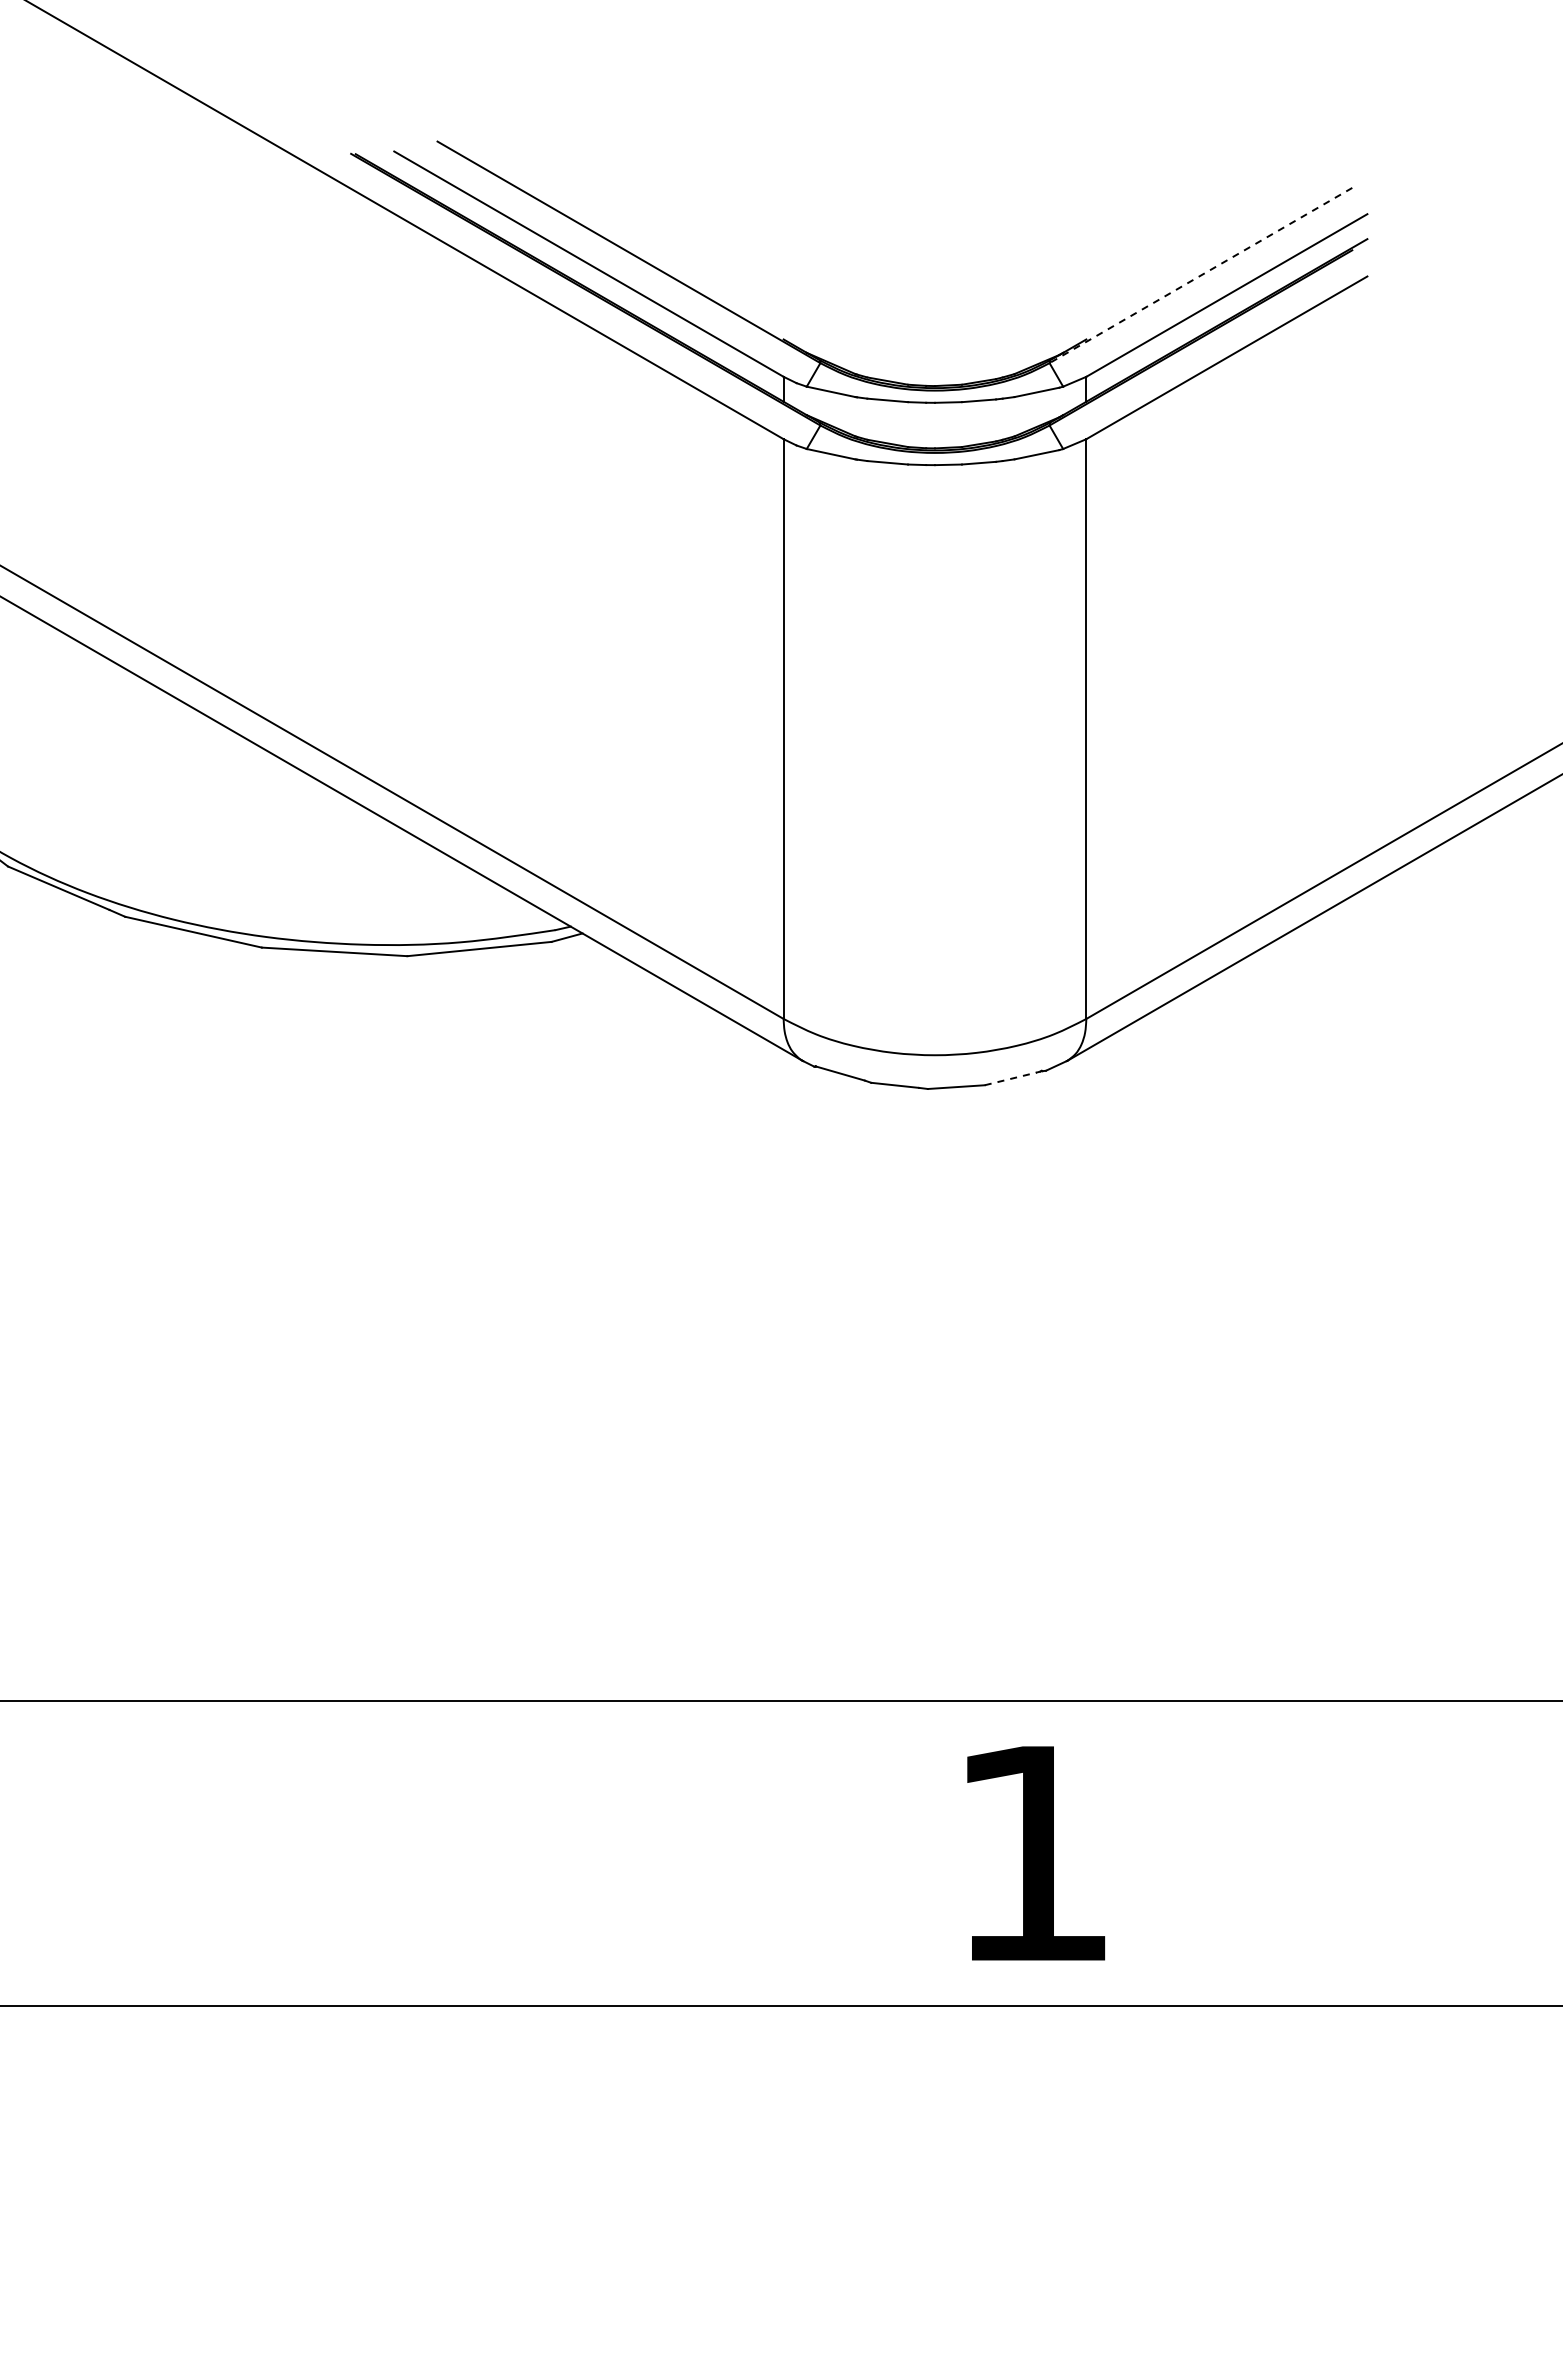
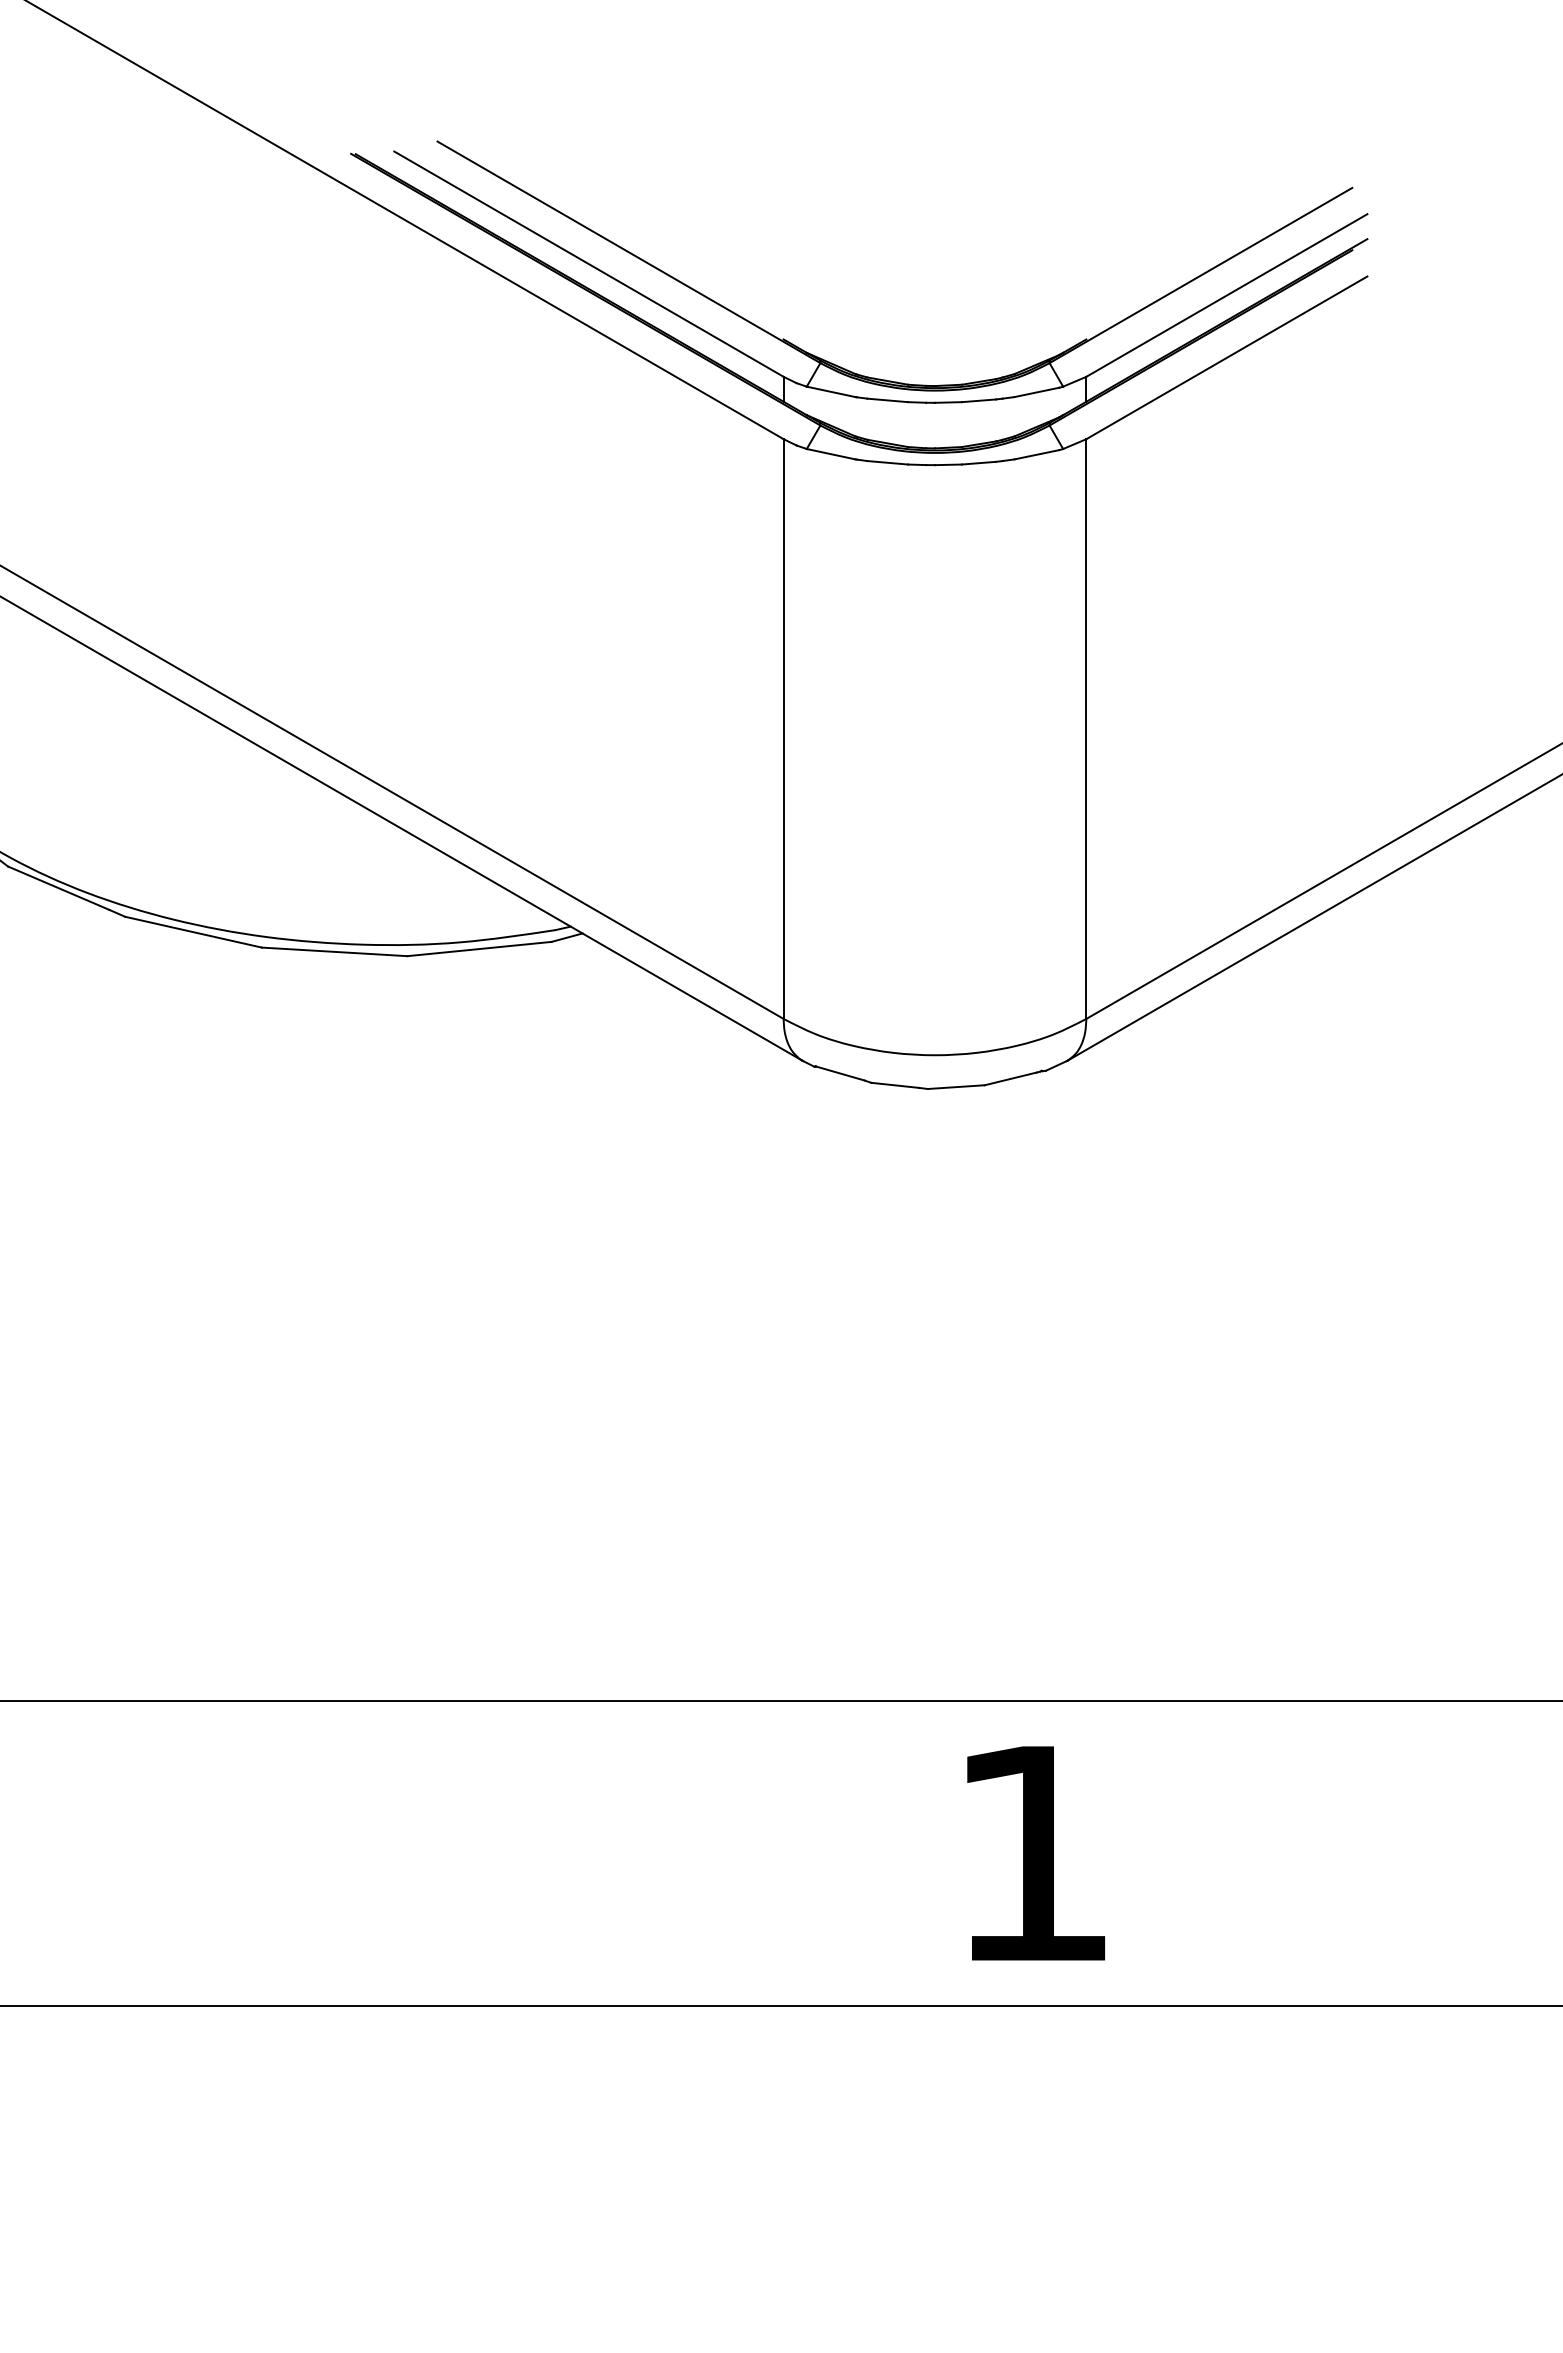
line at (1200, 275): dashed -> solid
line at (1010, 1078): dashed -> solid
